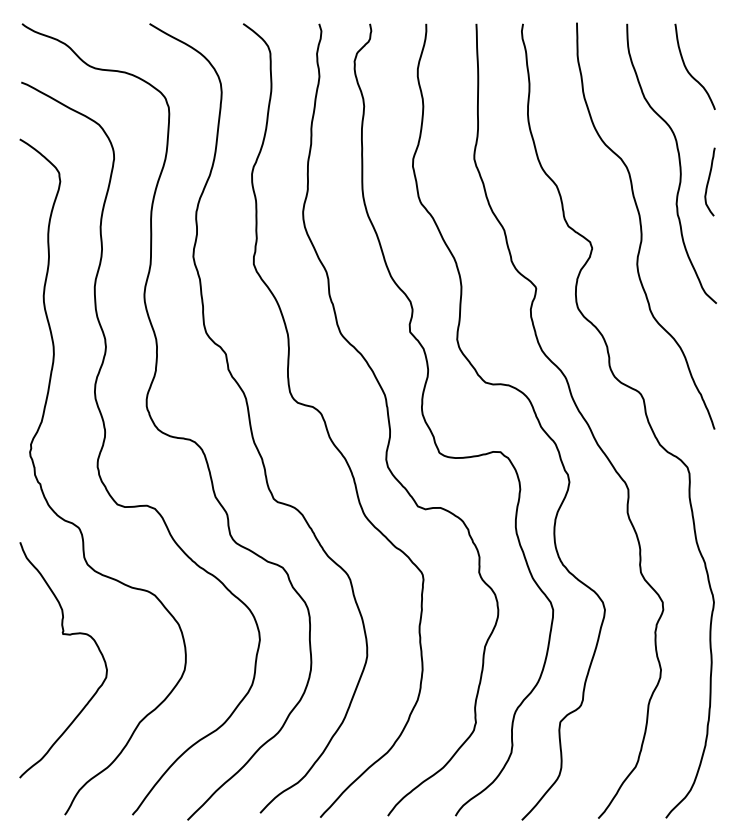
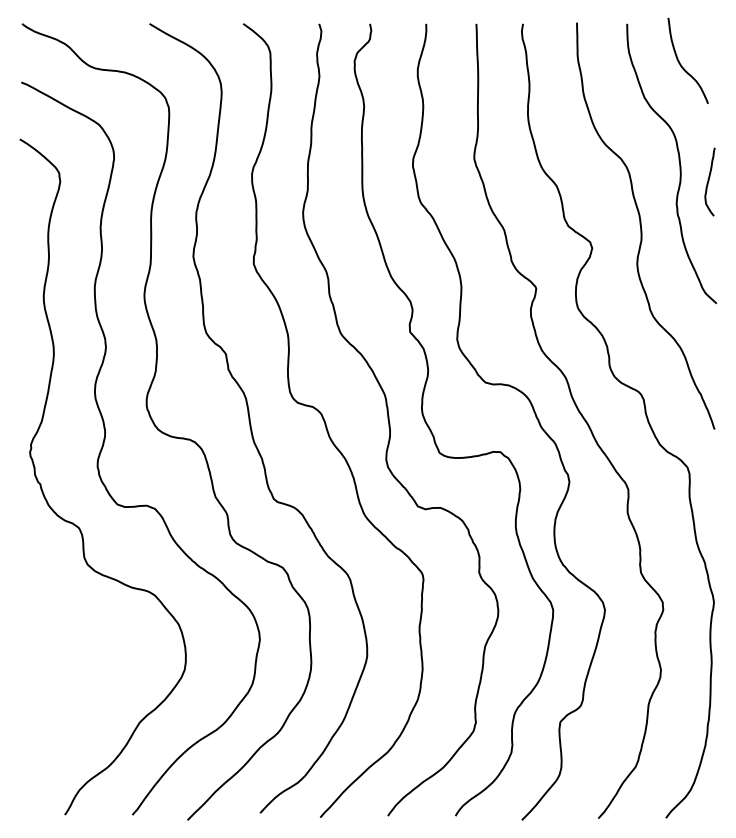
curve at (688, 70) position: (688, 70) -> (681, 64)
curve at (65, 635): present -> none
